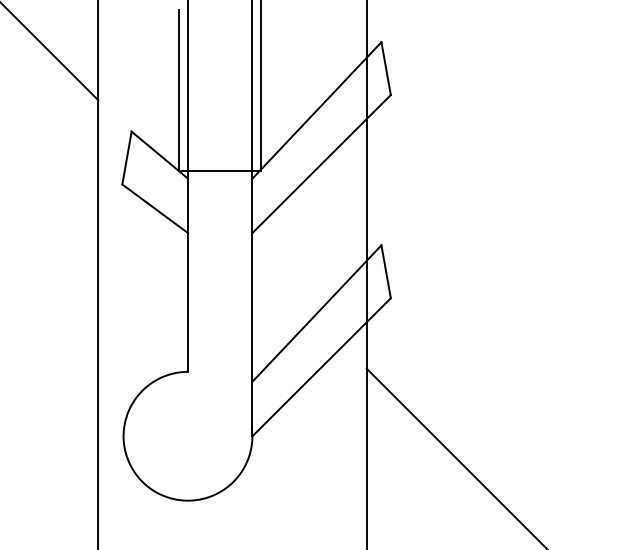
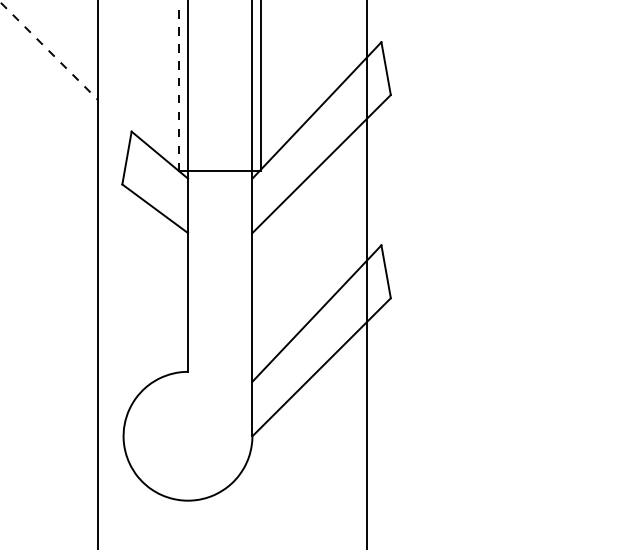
line at (49, 51): solid -> dashed
line at (179, 90): solid -> dashed
line at (455, 457): present -> none
